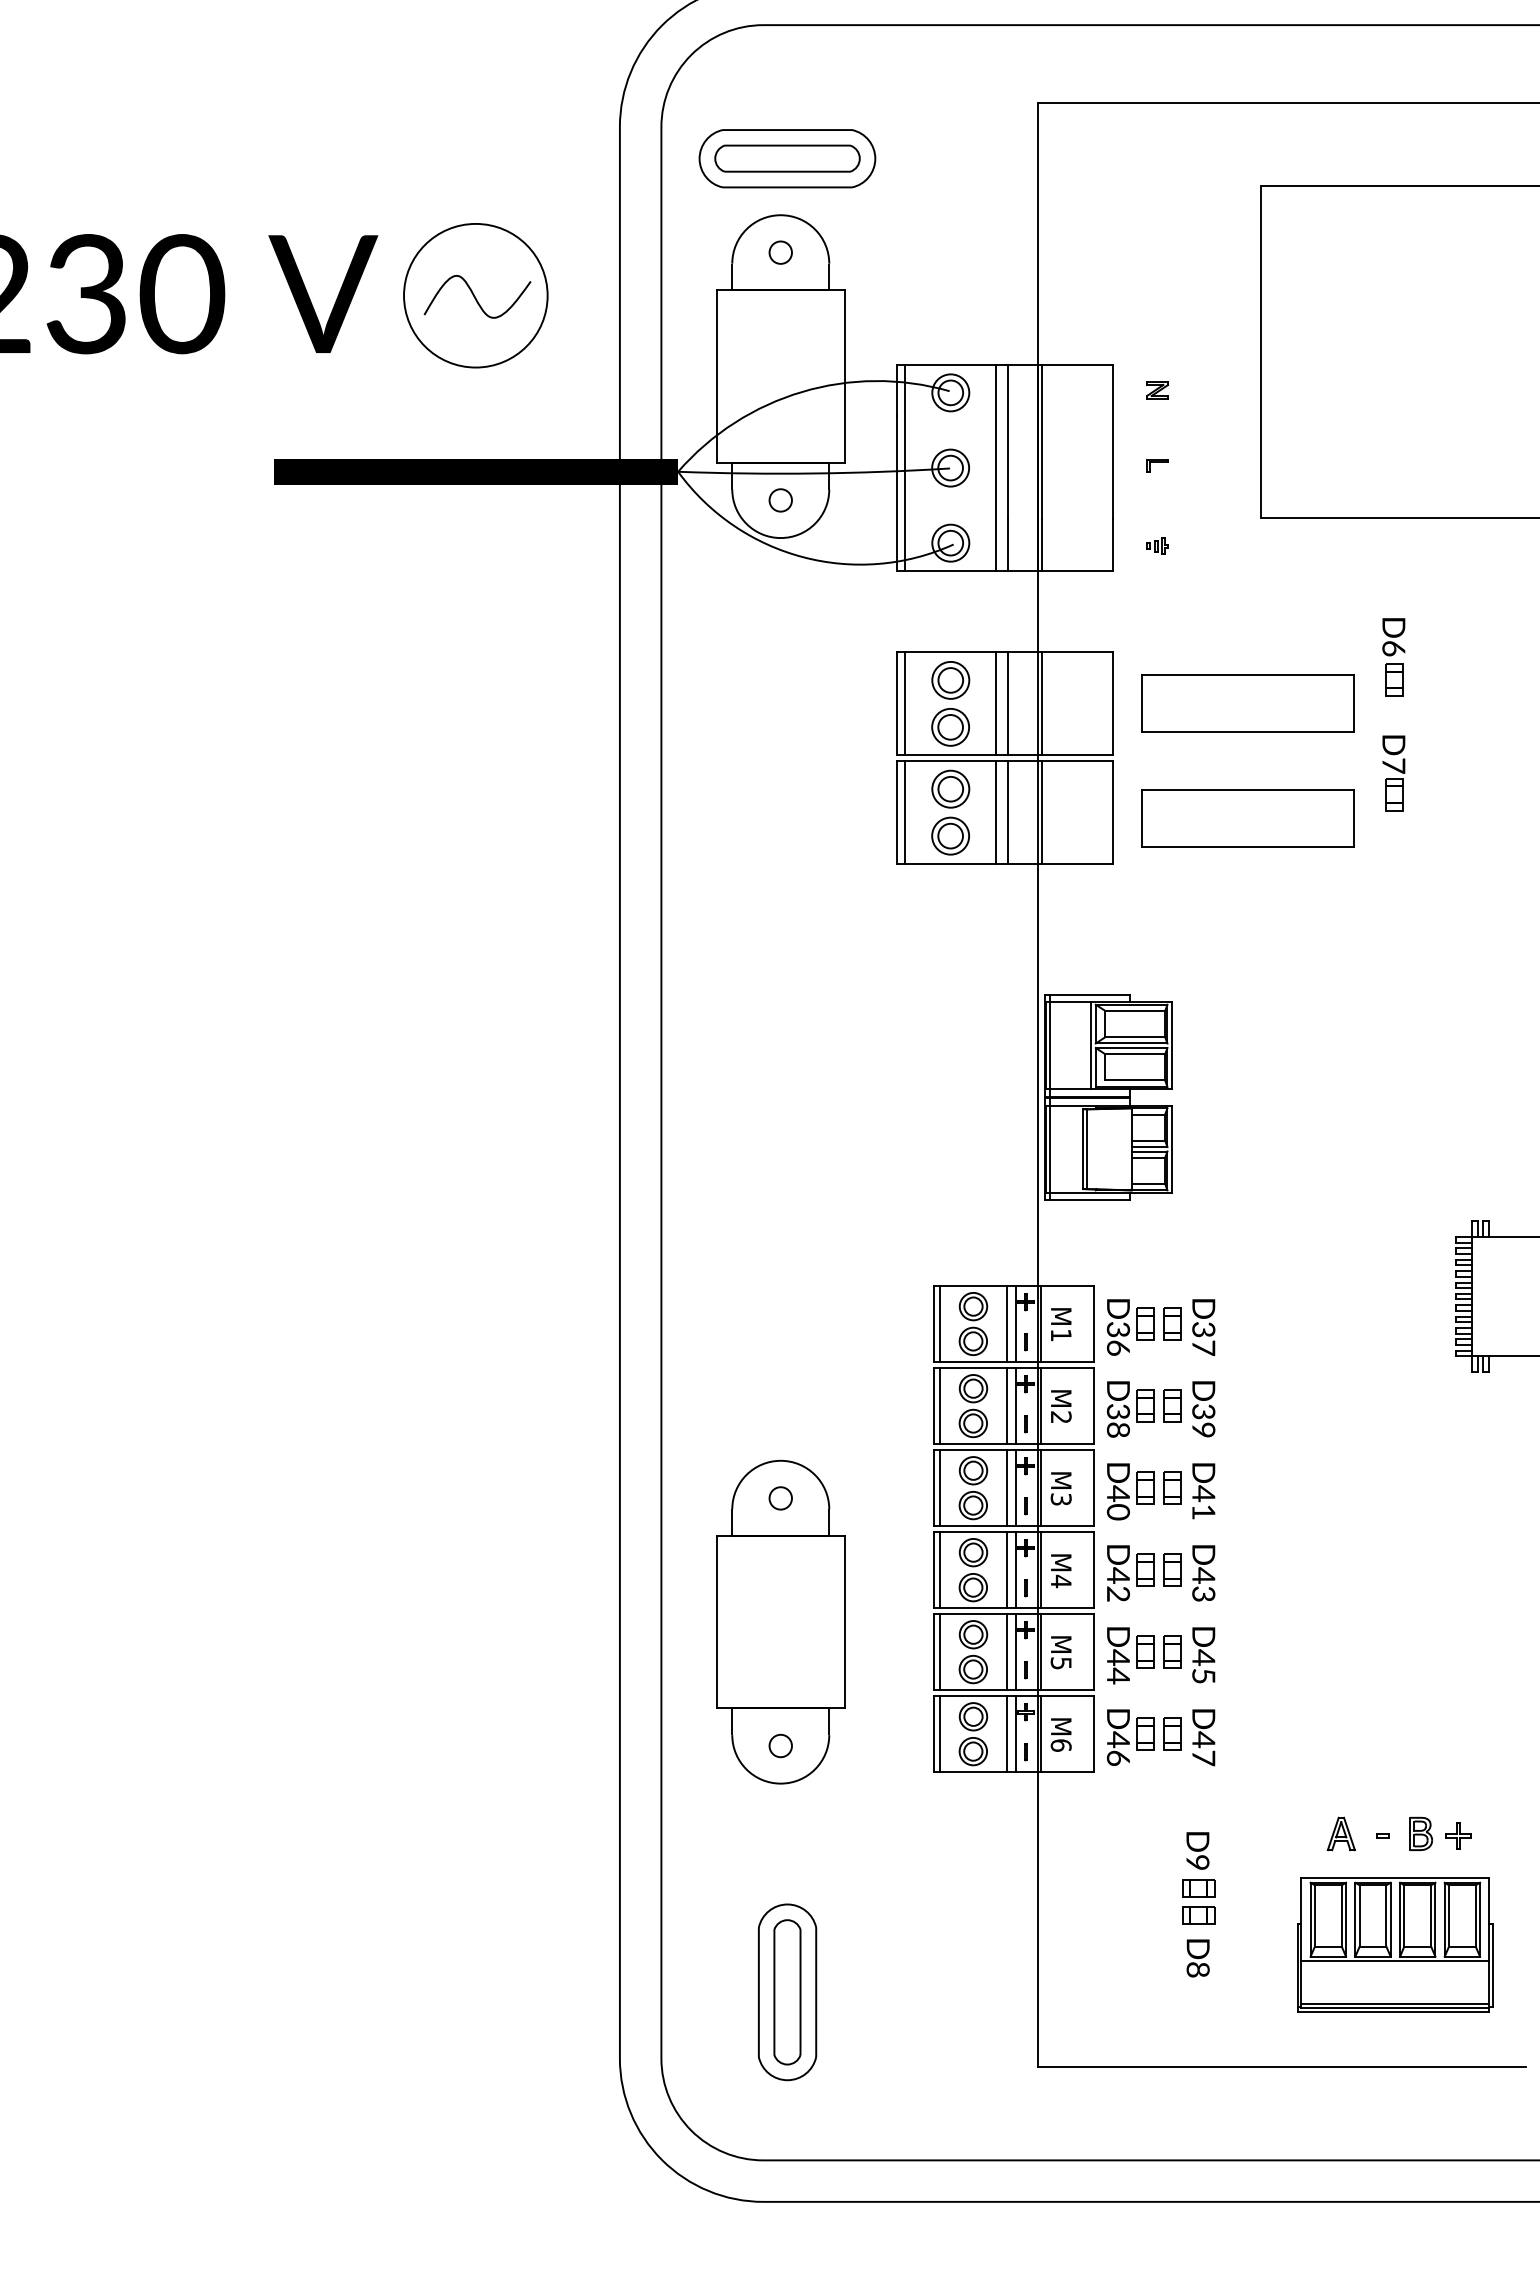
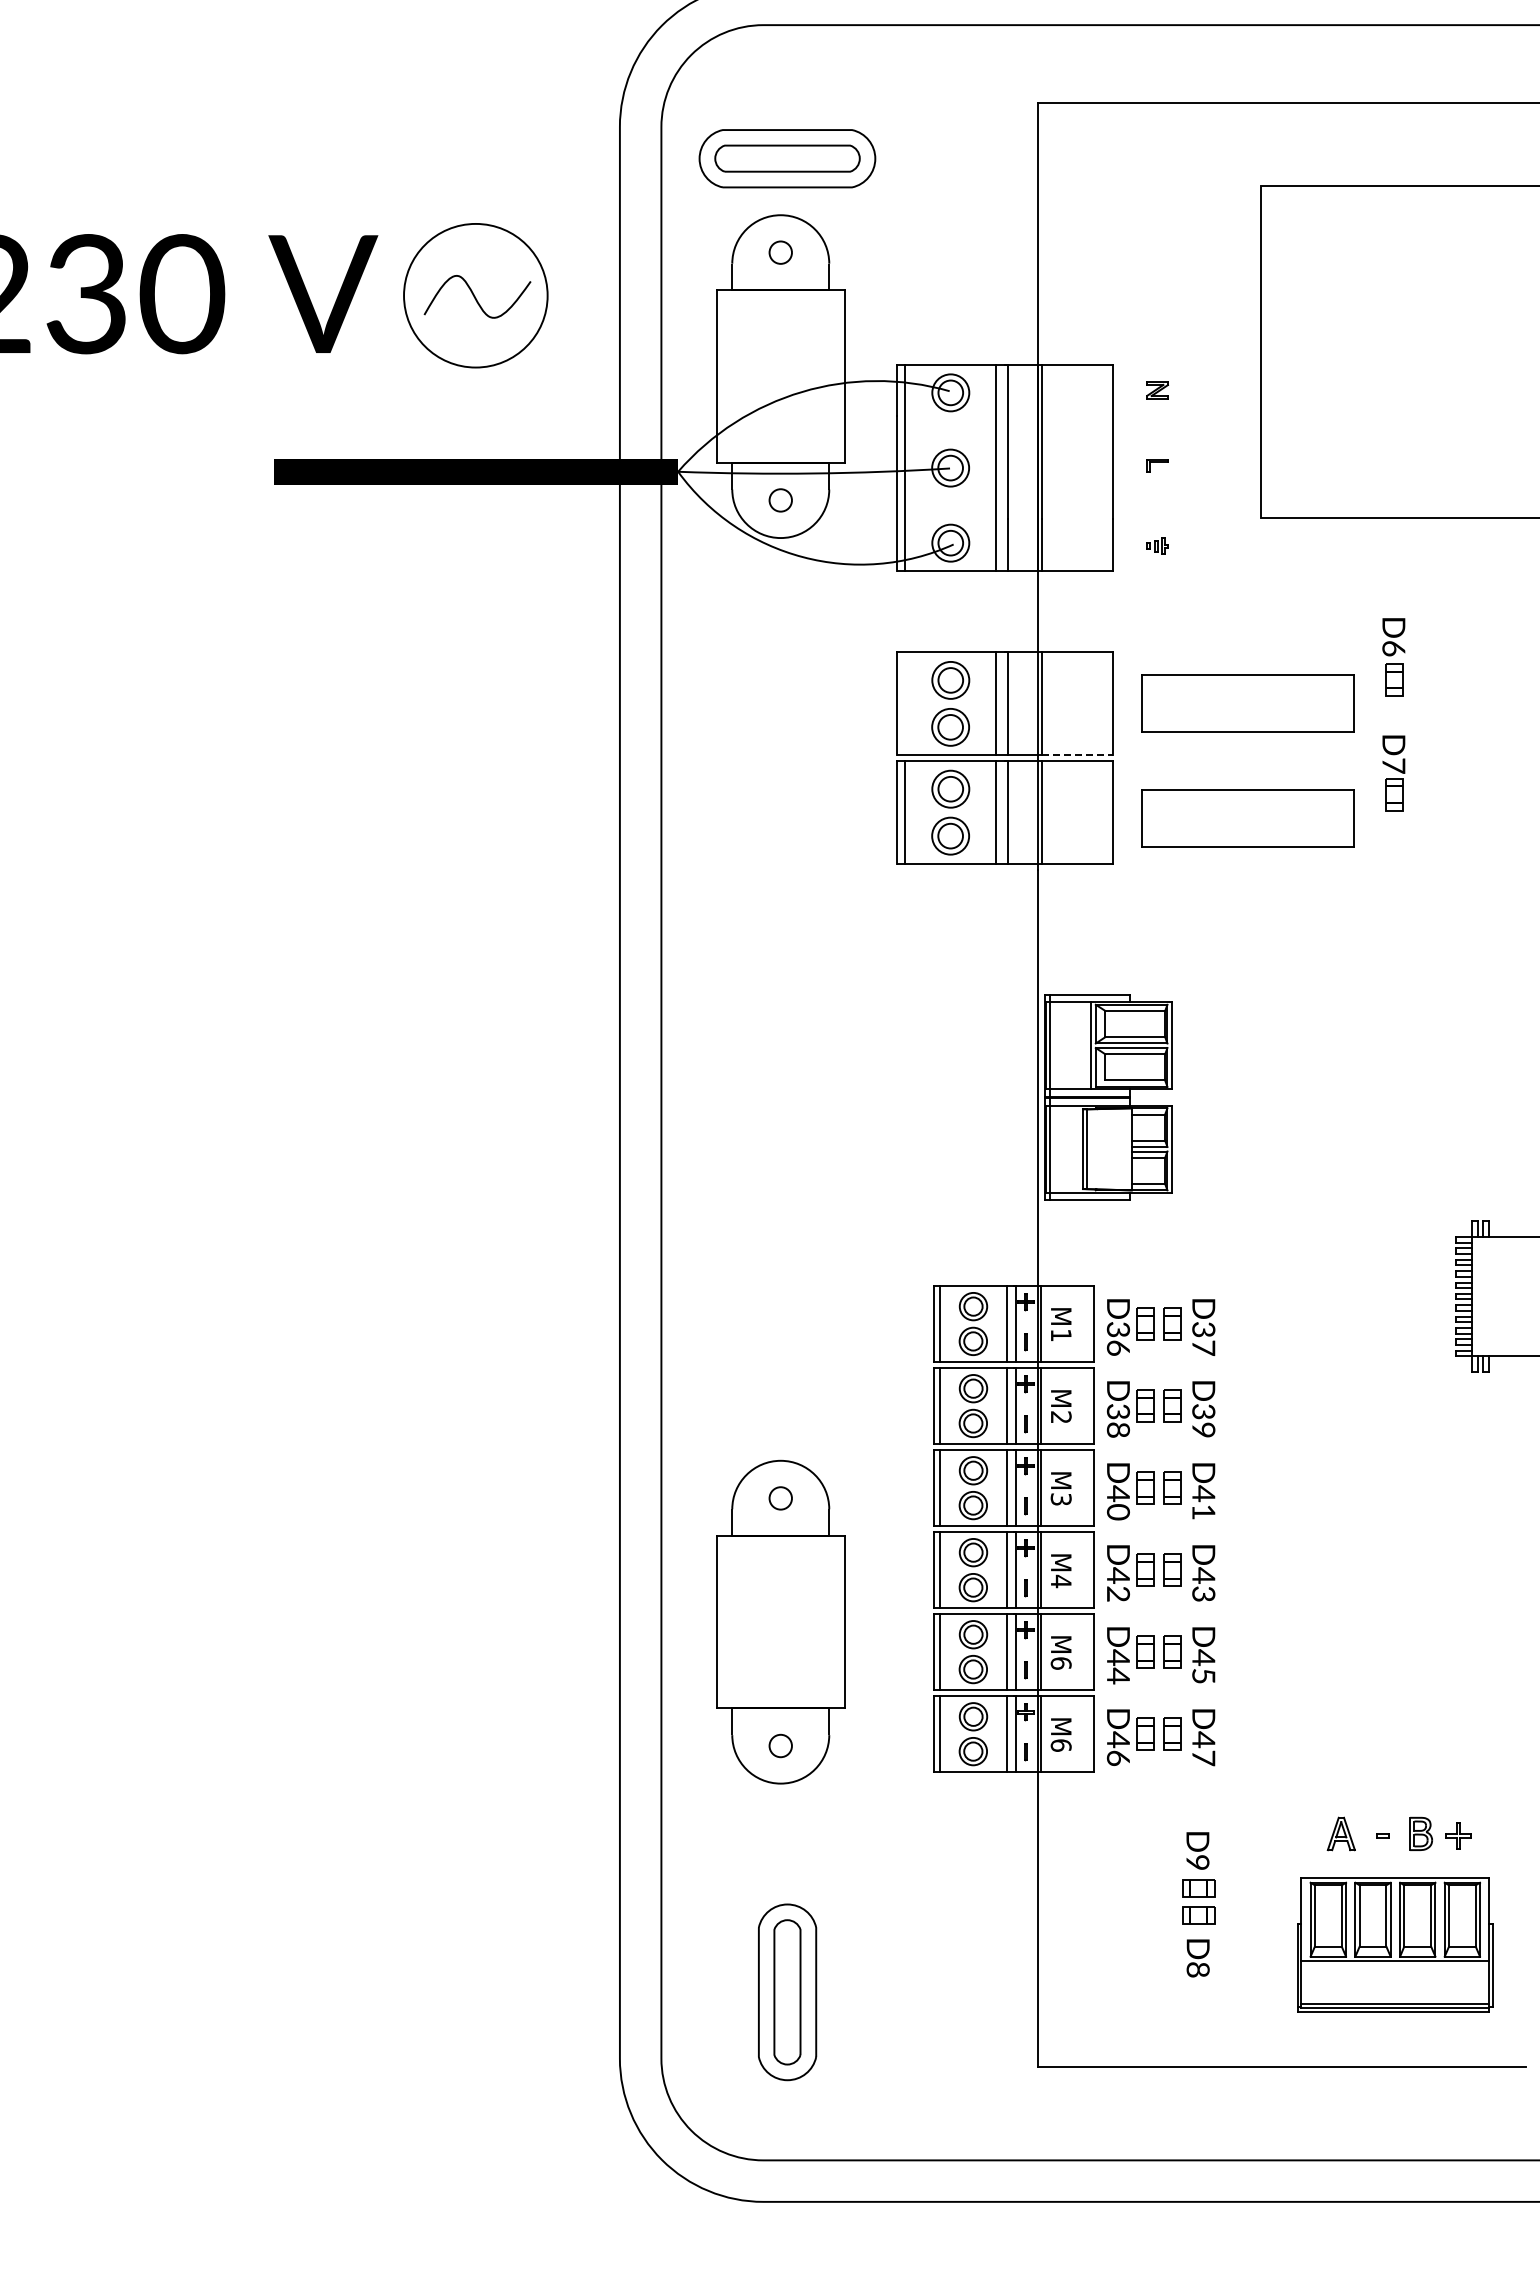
line at (905, 703): present -> none
line at (1077, 755): solid -> dashed
text at (1060, 1663): M5 -> M6
